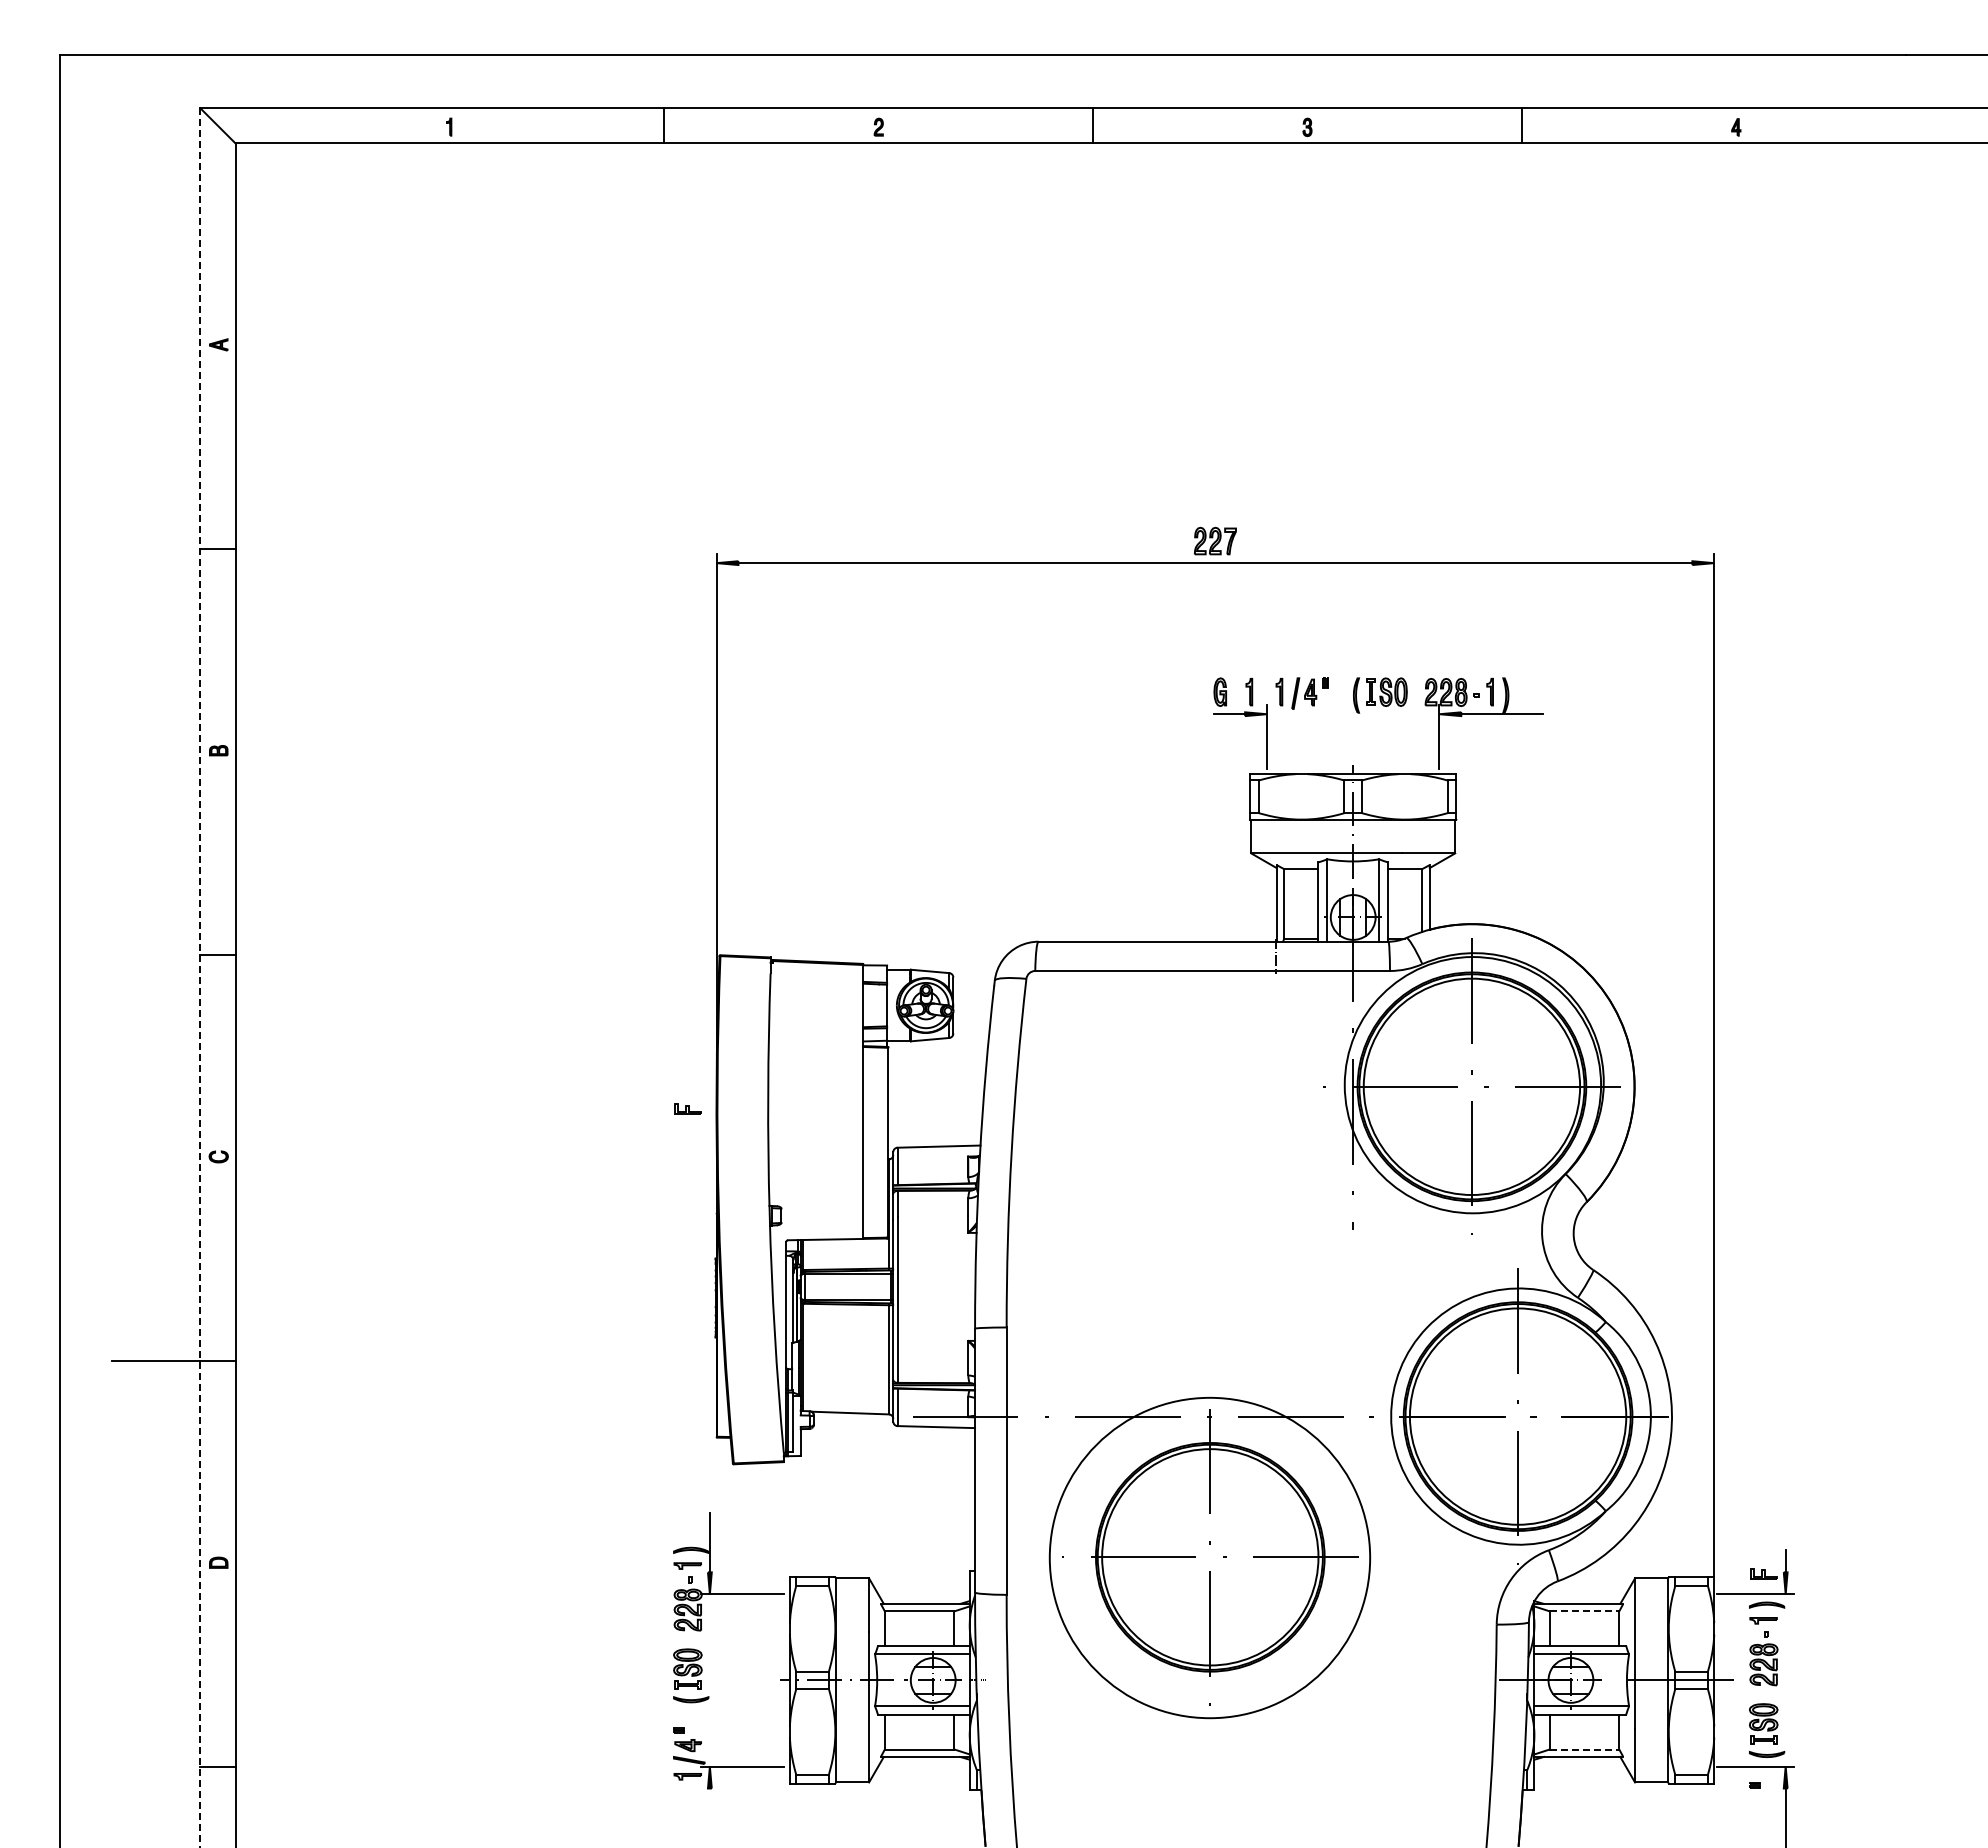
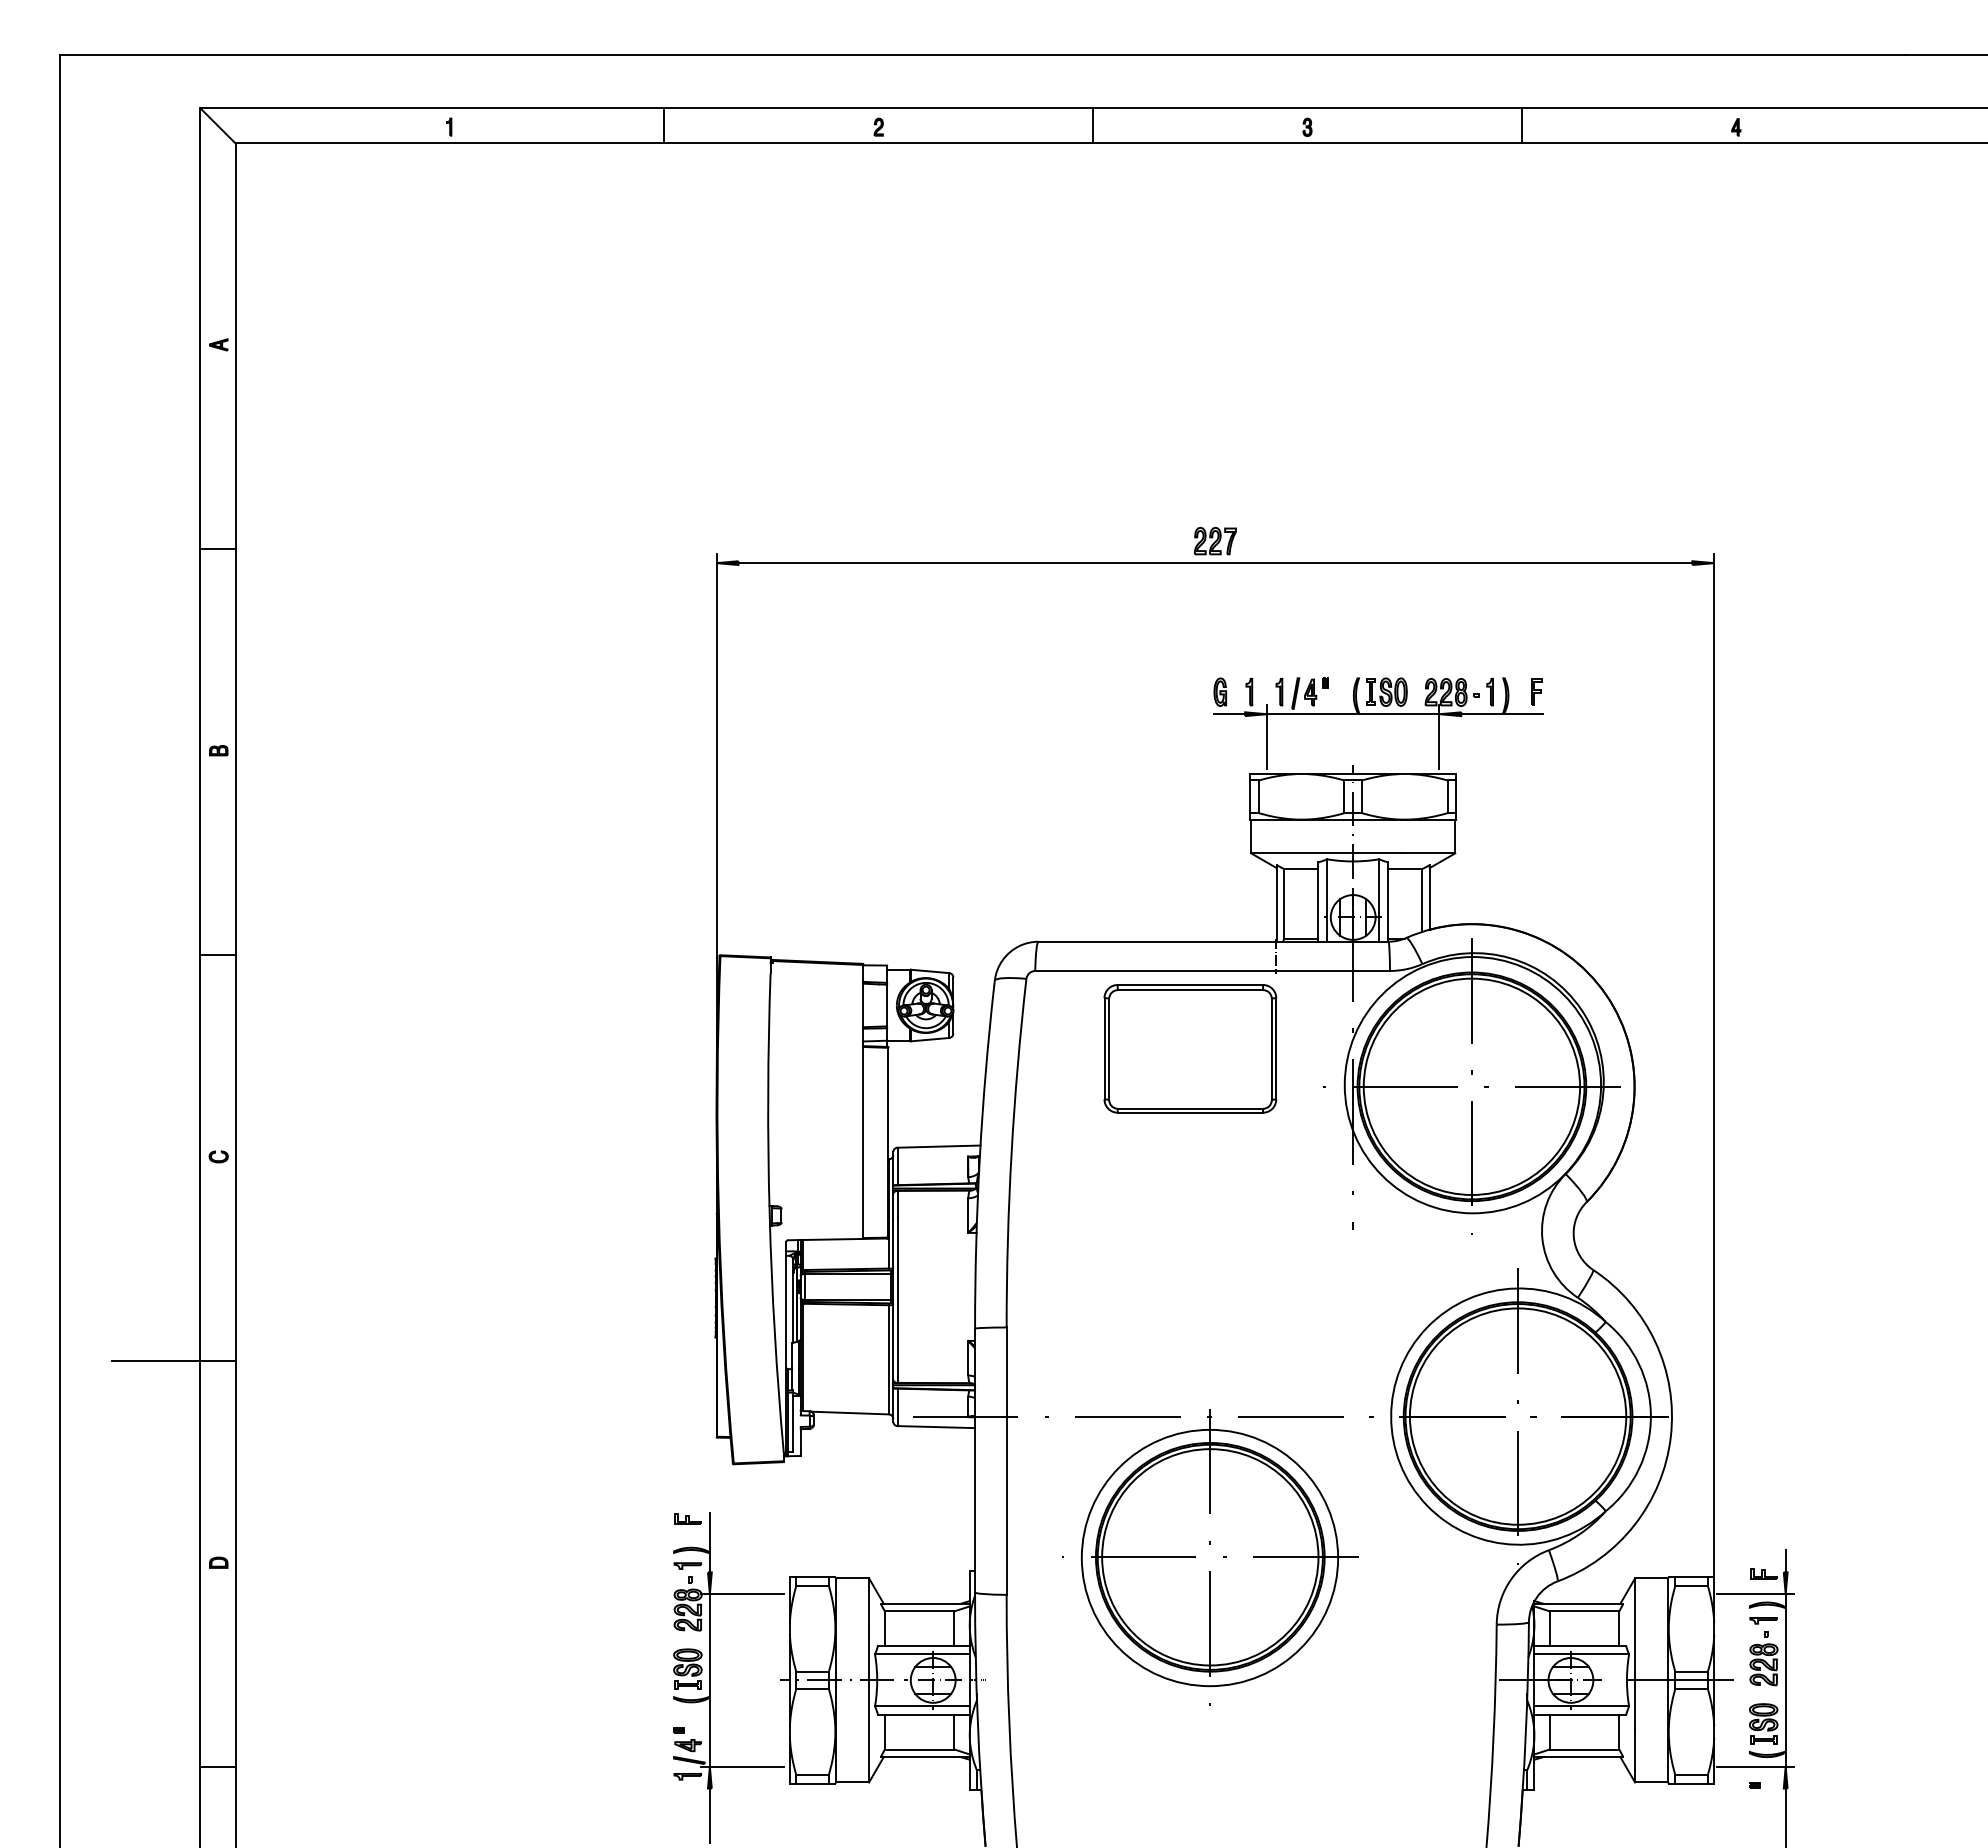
part at (1536, 691): none -> present
line at (1353, 714): none -> present
line at (200, 977): dashed -> solid
part at (1190, 1048): none -> present
part at (687, 1108) position: (687, 1108) -> (687, 1518)
circle at (1209, 1557) diameter: 320 px -> 256 px
line at (1584, 1611): dashed -> solid
line at (709, 1680): none -> present
line at (1785, 1680): none -> present
line at (1584, 1749): dashed -> solid
line at (709, 1815): none -> present
